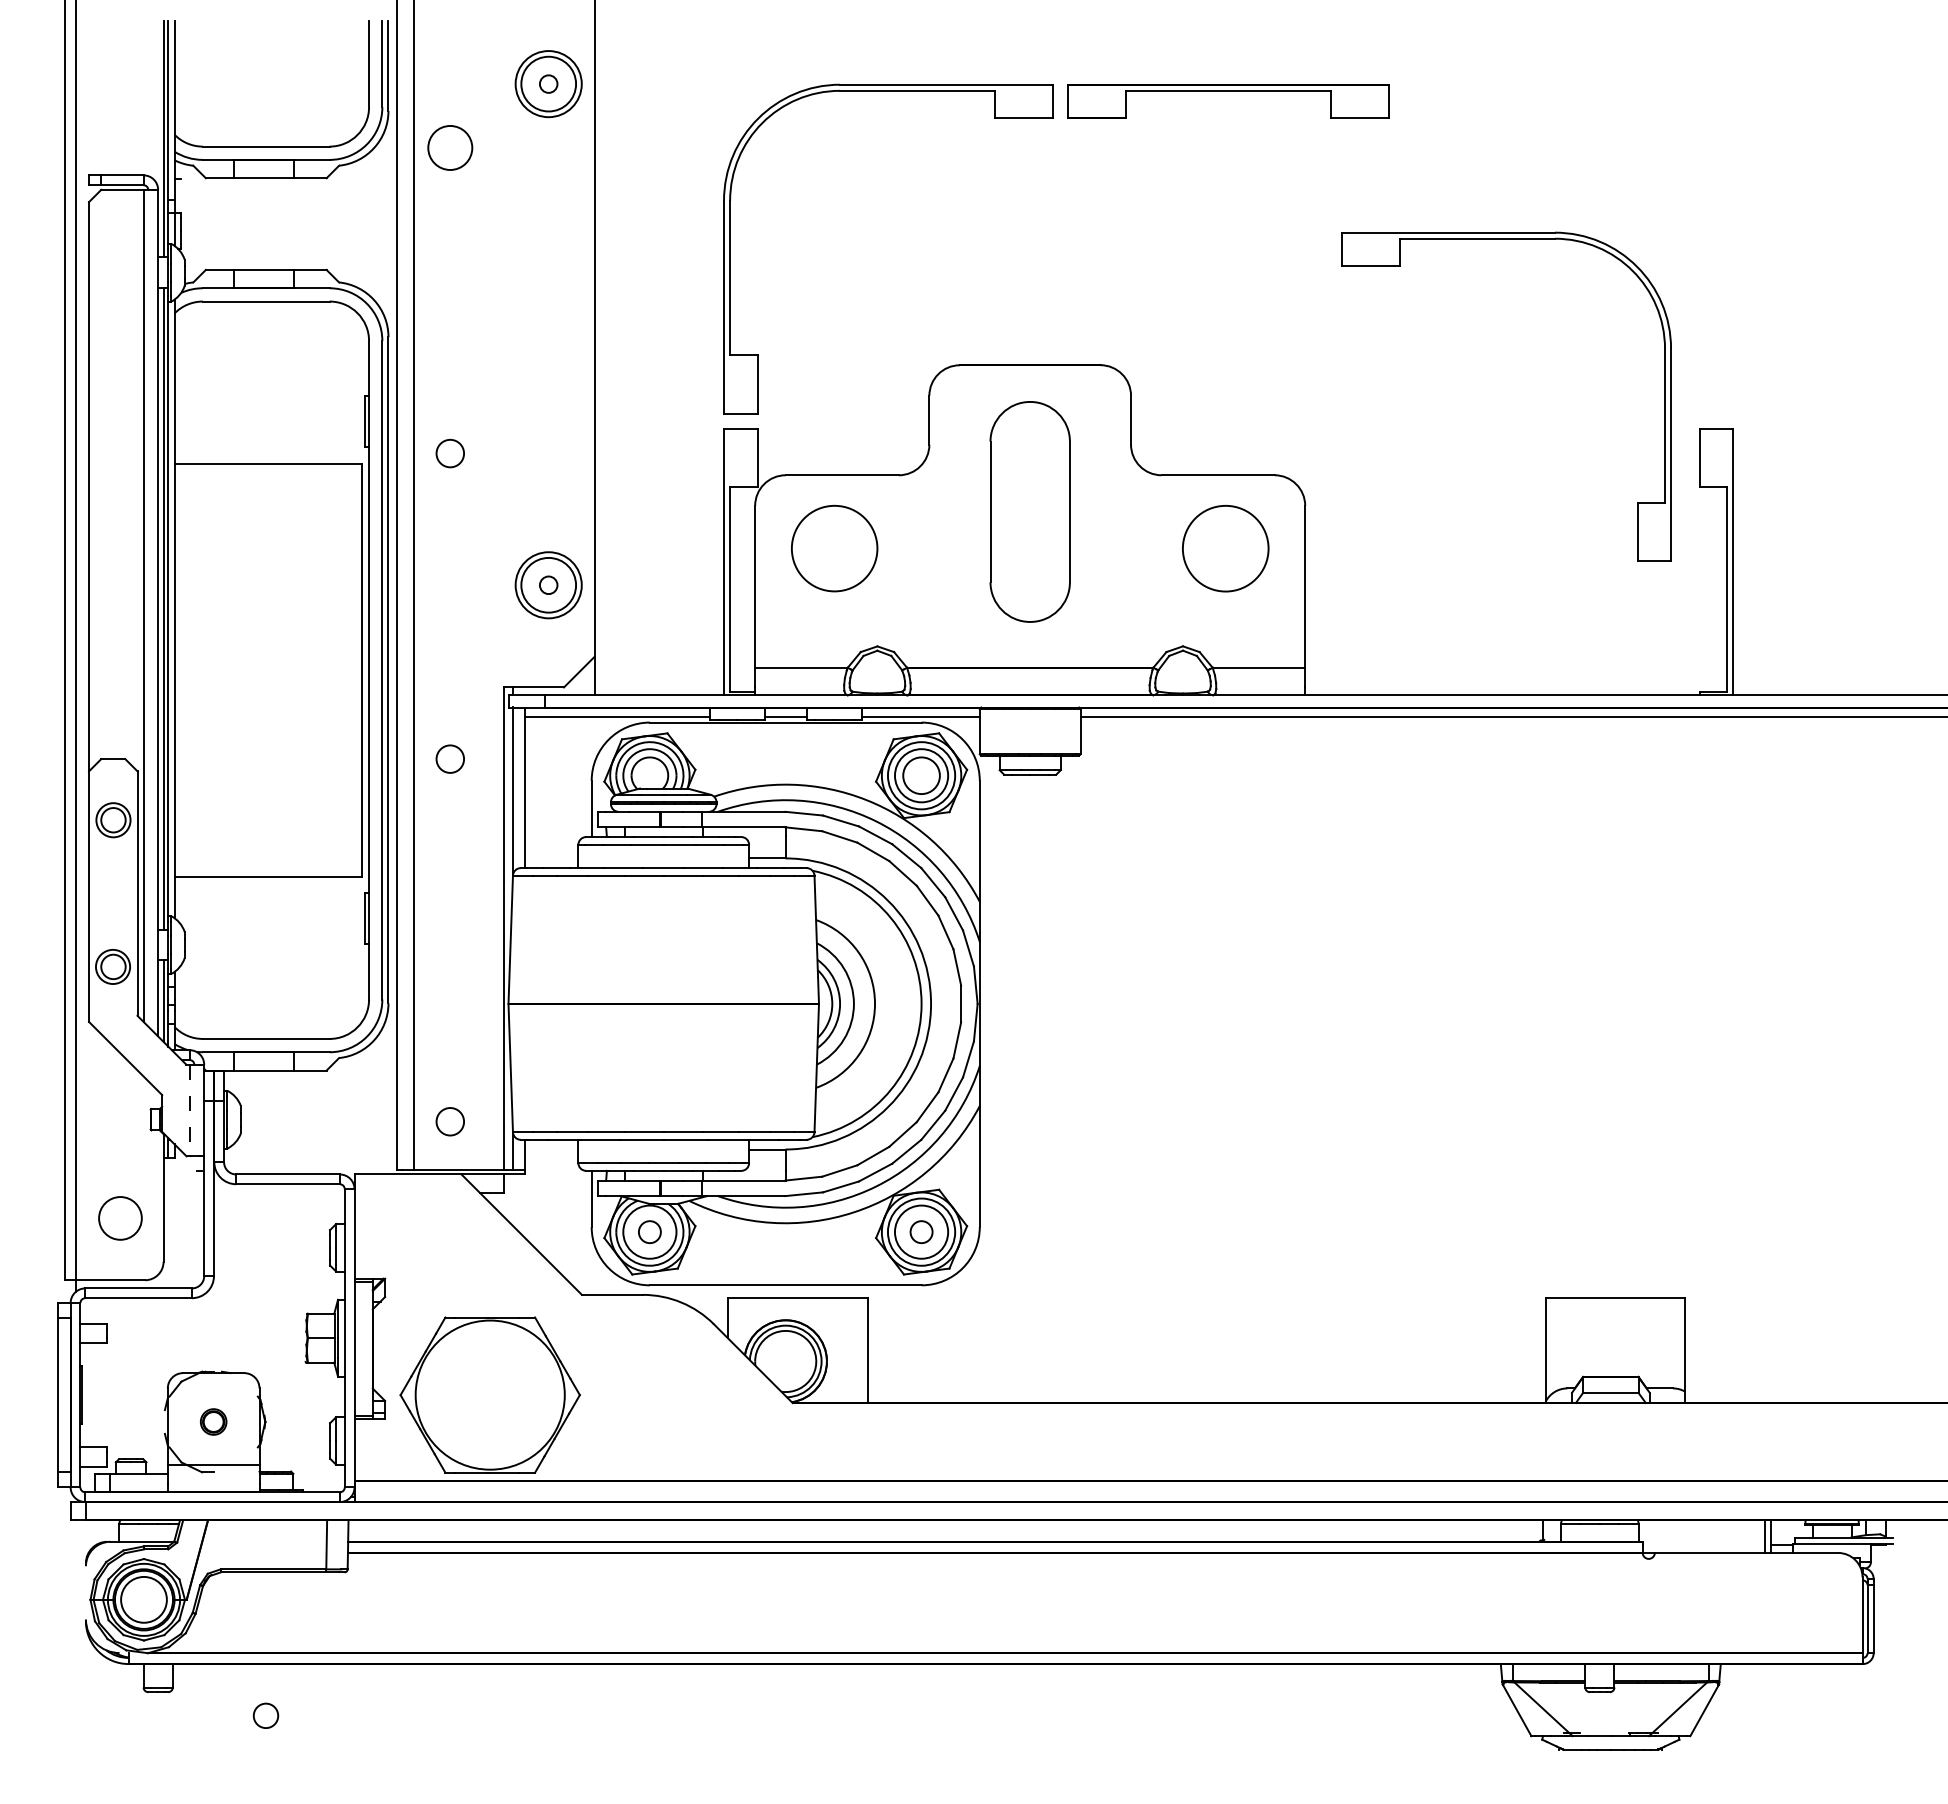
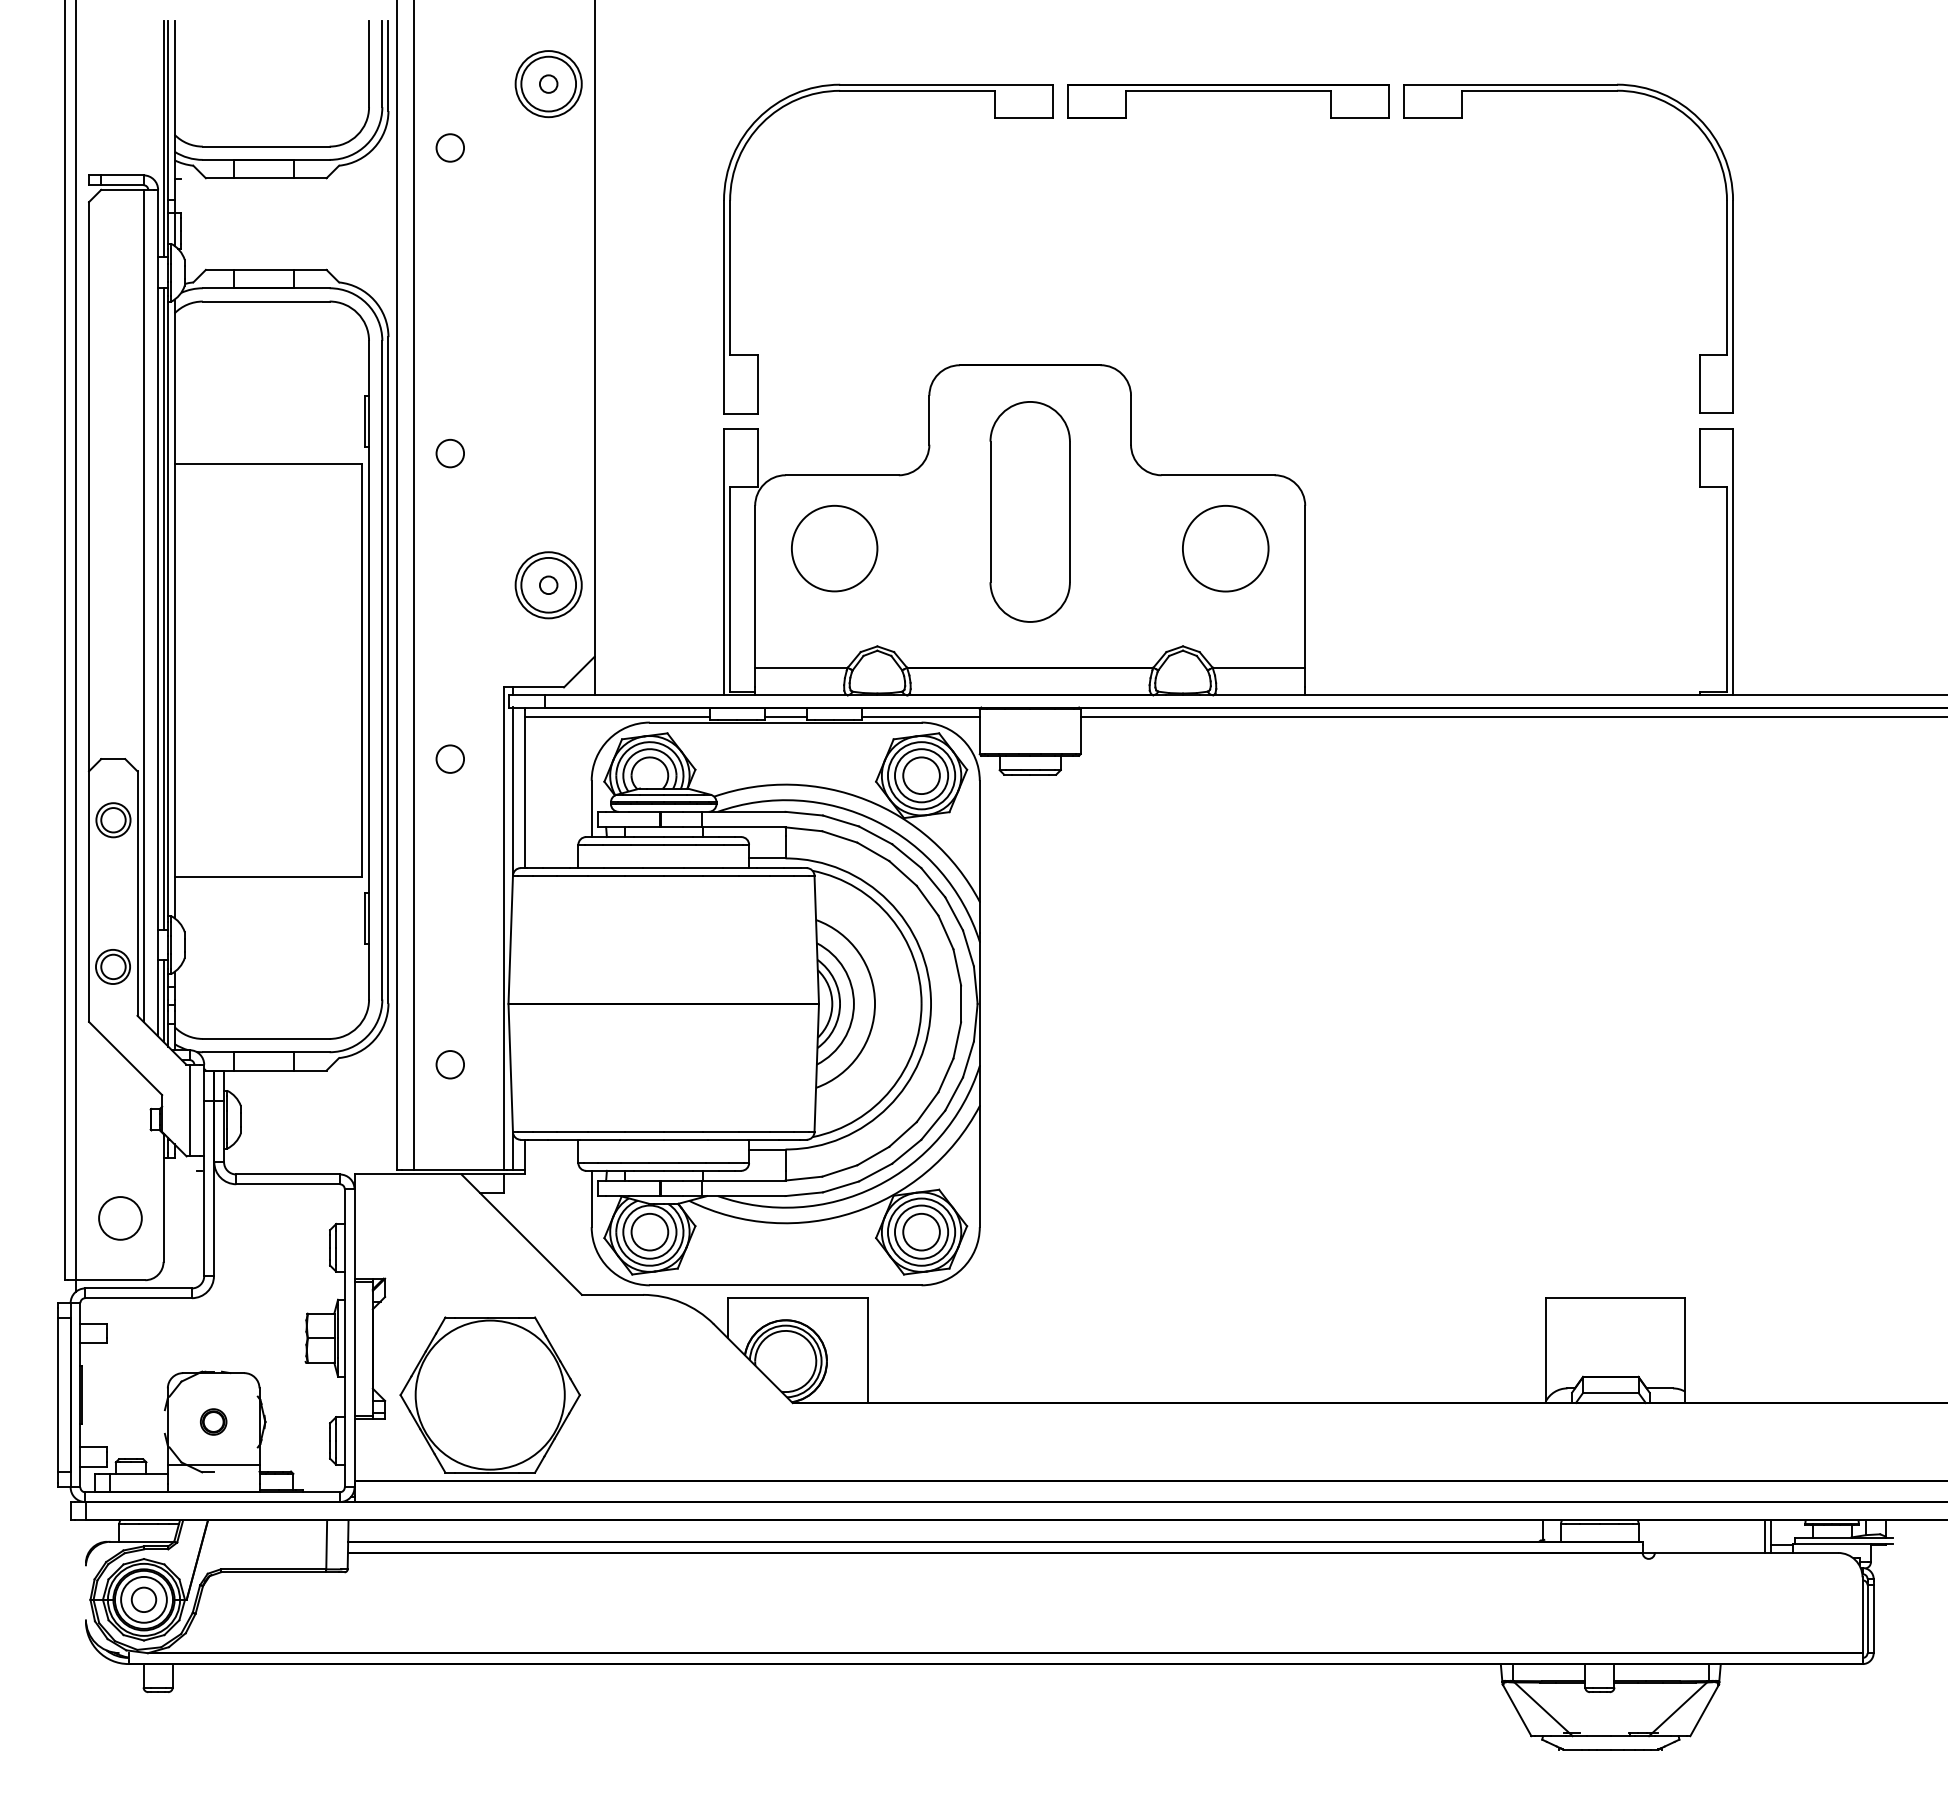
circle at (450, 147) diameter: 44 px -> 28 px
part at (1506, 239) position: (1506, 239) -> (1568, 91)
line at (189, 1110): dashed -> solid
circle at (449, 1121) position: (449, 1121) -> (449, 1064)
circle at (649, 1232) diameter: 22 px -> 37 px
circle at (921, 1232) diameter: 22 px -> 37 px
circle at (265, 1715) position: (265, 1715) -> (143, 1599)
